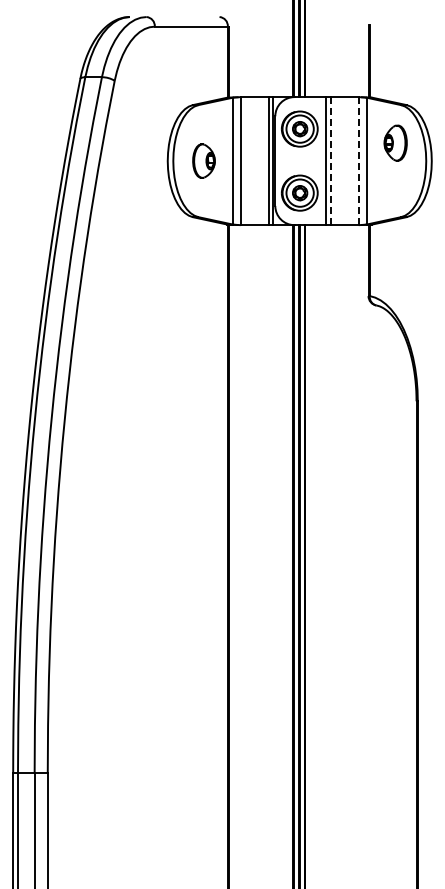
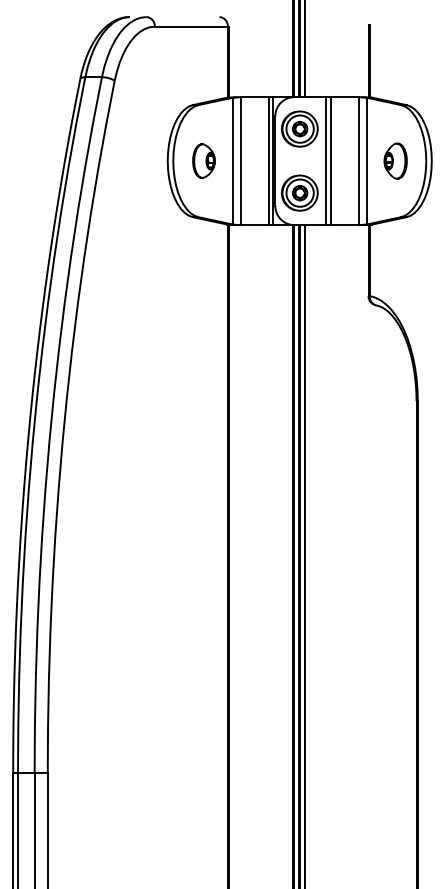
part at (395, 142) position: (395, 142) -> (395, 160)
line at (331, 161): dashed -> solid
line at (358, 161): dashed -> solid
